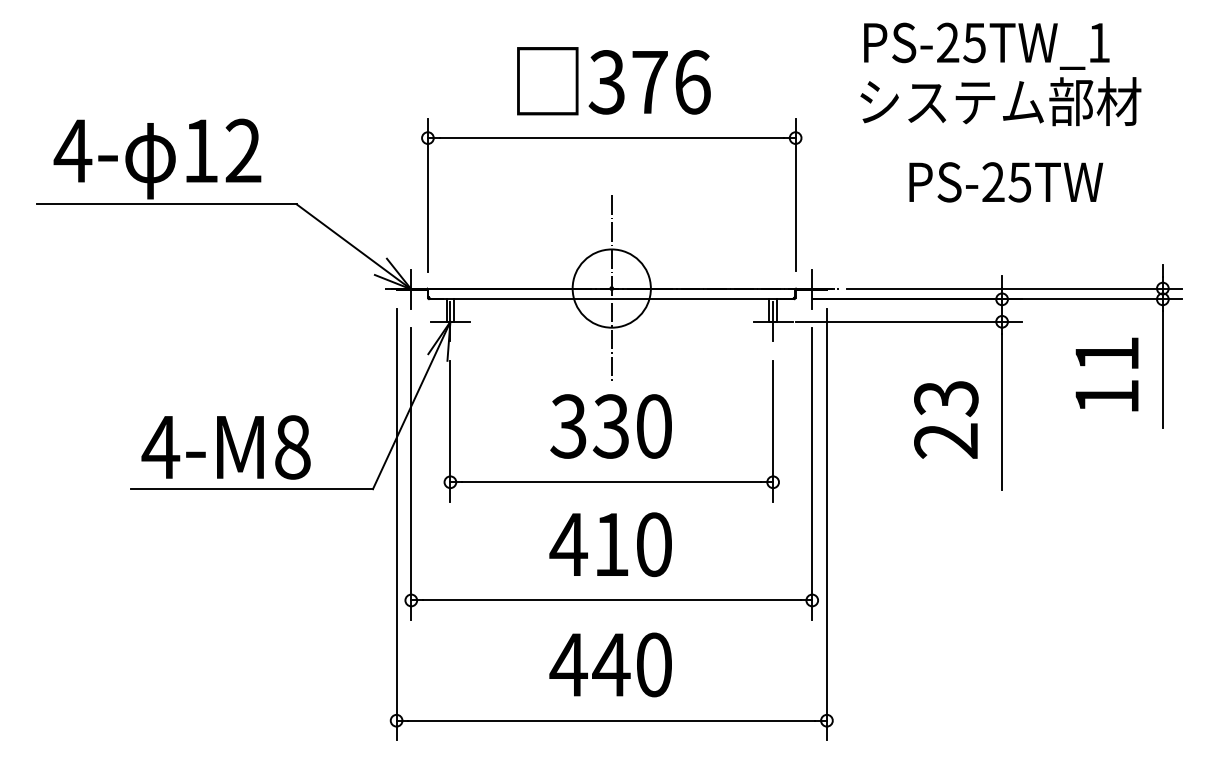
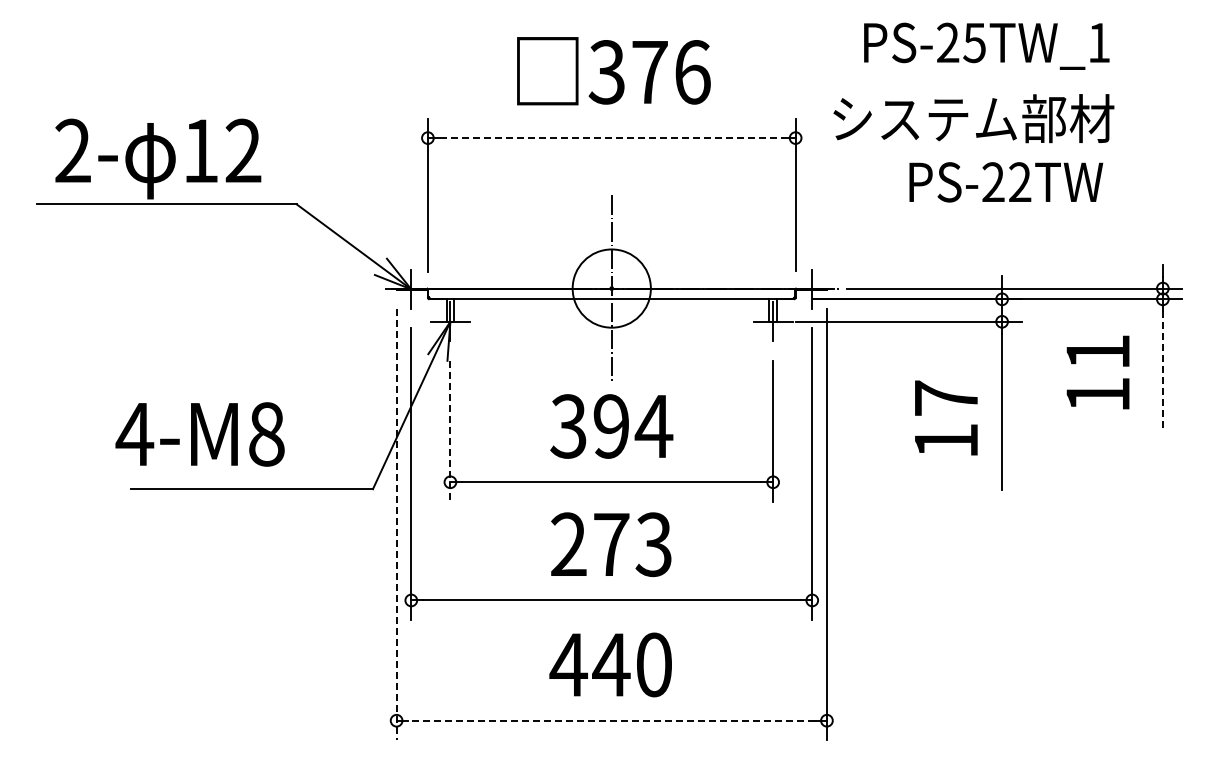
text at (613, 81) position: (613, 81) -> (613, 71)
text at (1000, 101) position: (1000, 101) -> (973, 118)
line at (612, 138): solid -> dashed
text at (72, 150): 4- -> 2-
text at (1019, 182): PS-25TW -> PS-22TW
line at (1162, 370): solid -> dashed
text at (1106, 374) position: (1106, 374) -> (1097, 372)
text at (946, 419): 23 -> 17
text at (632, 426): 330 -> 394
line at (450, 431): solid -> dashed
text at (225, 447) position: (225, 447) -> (199, 434)
line at (396, 524): solid -> dashed
text at (610, 544): 410 -> 273
line at (611, 720): solid -> dashed
